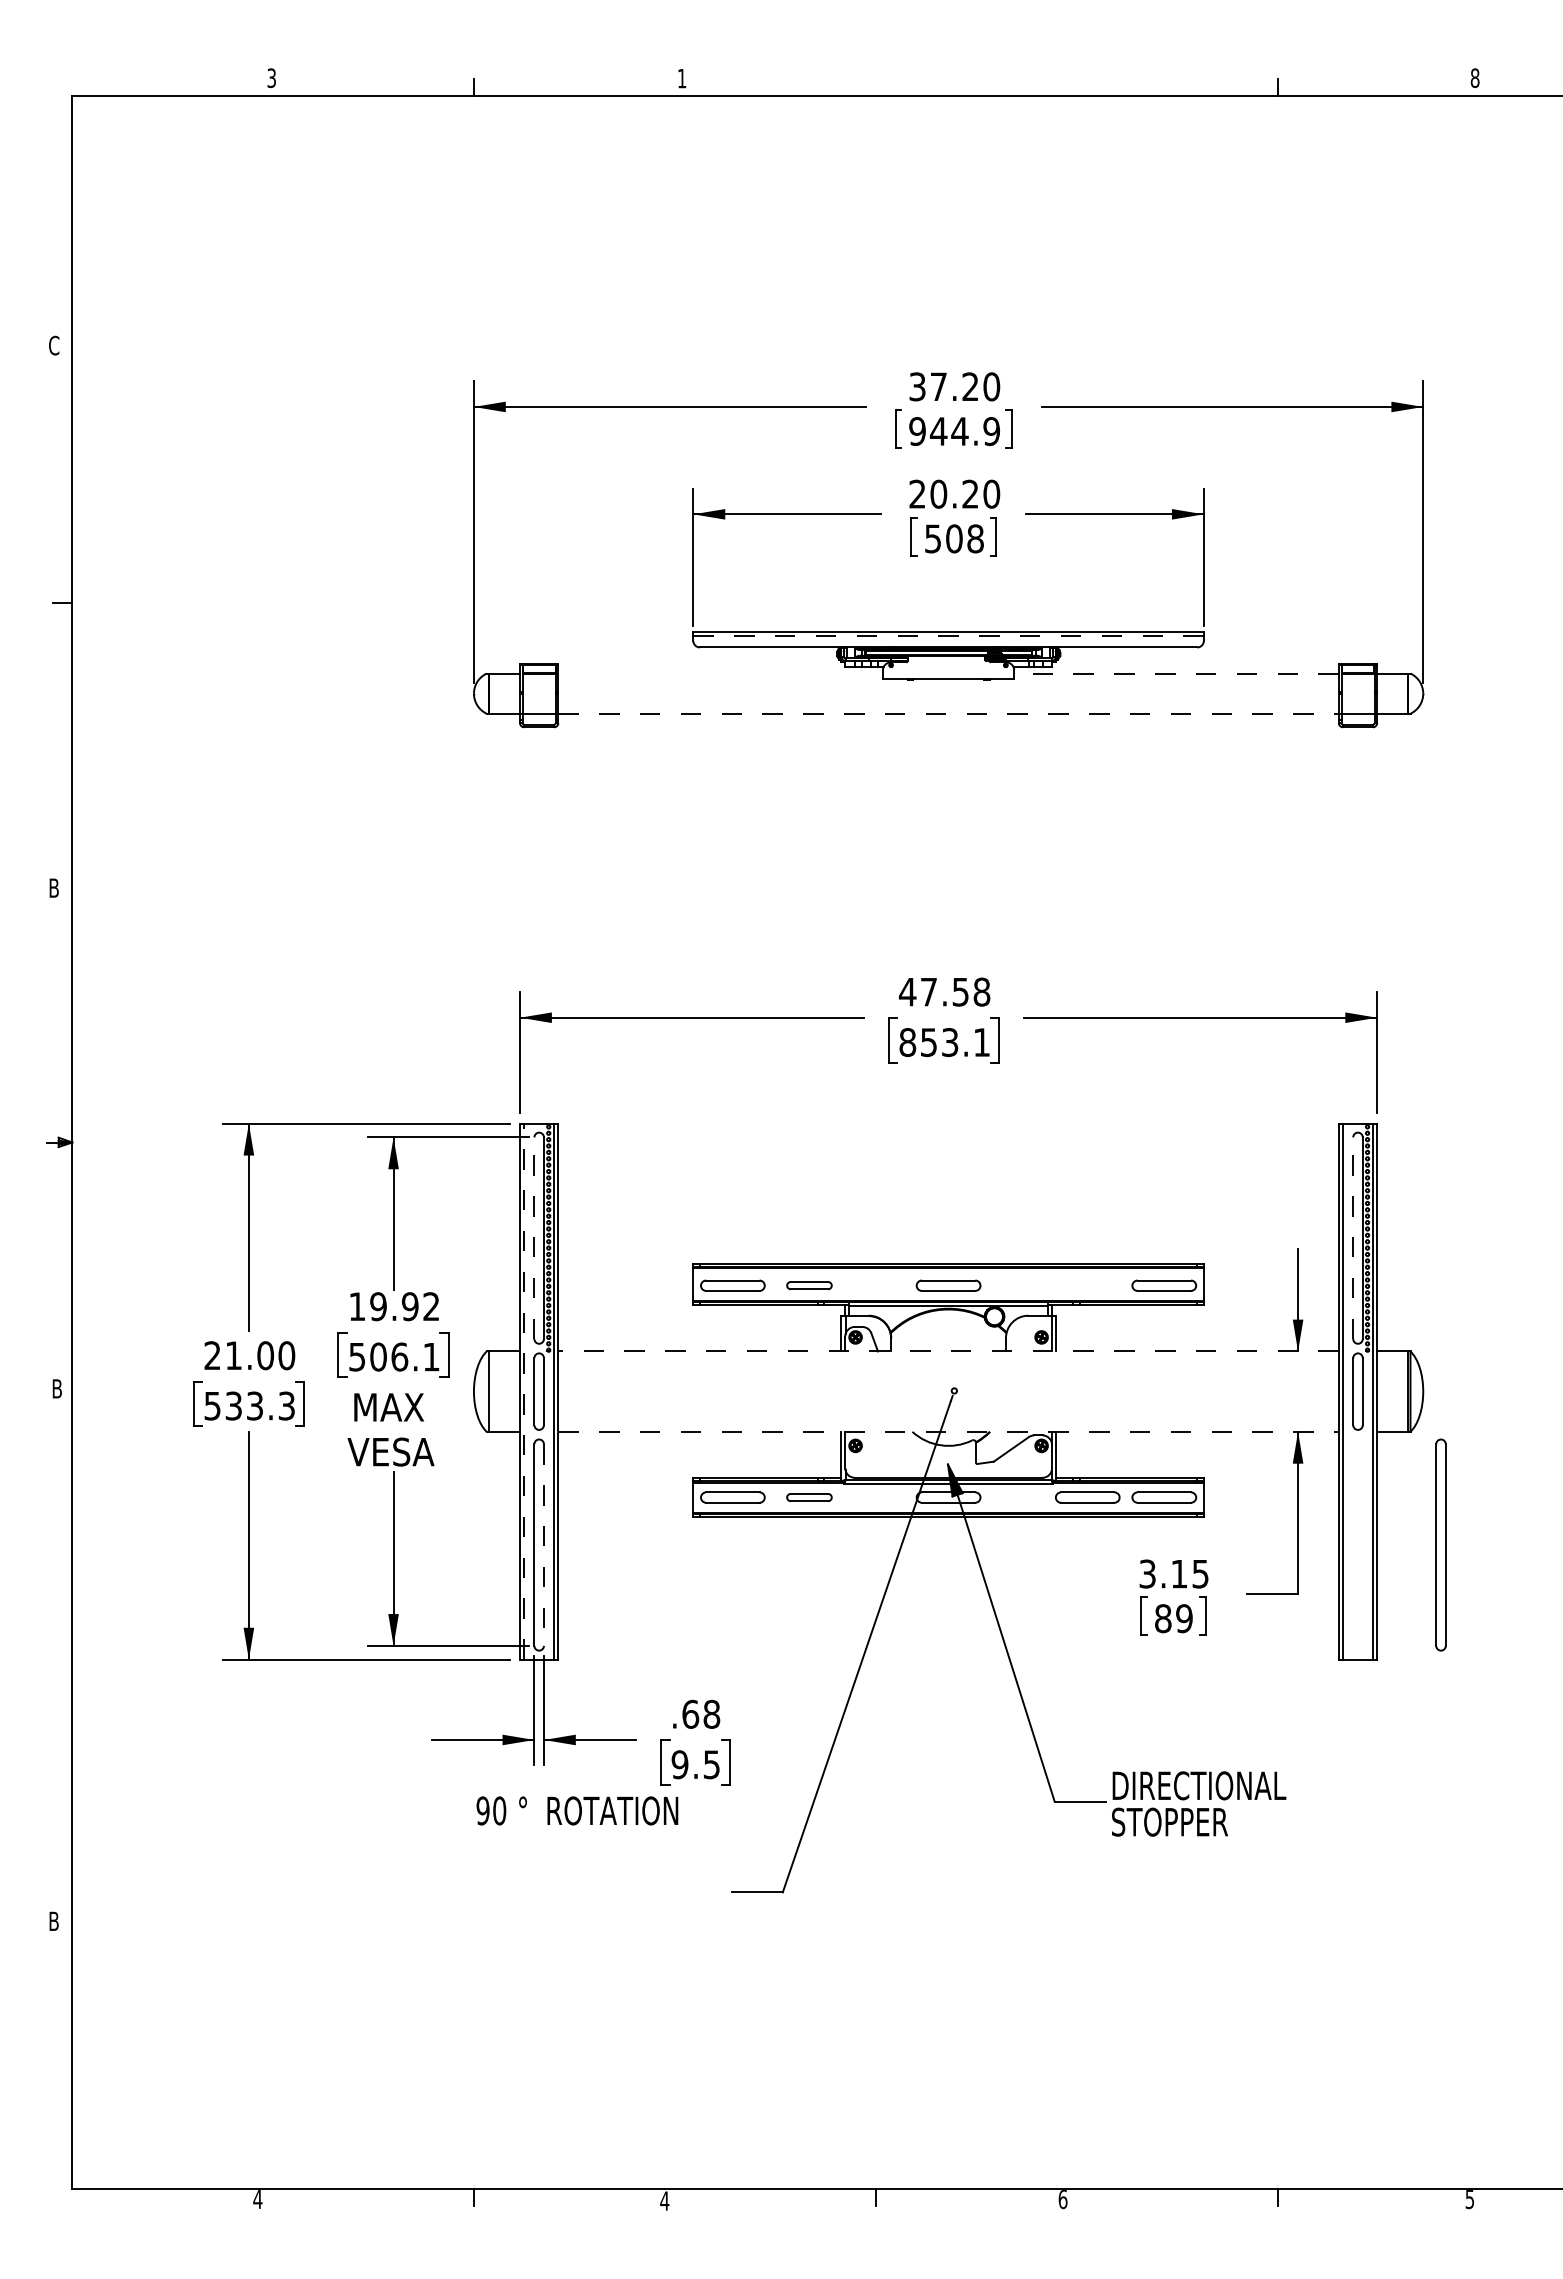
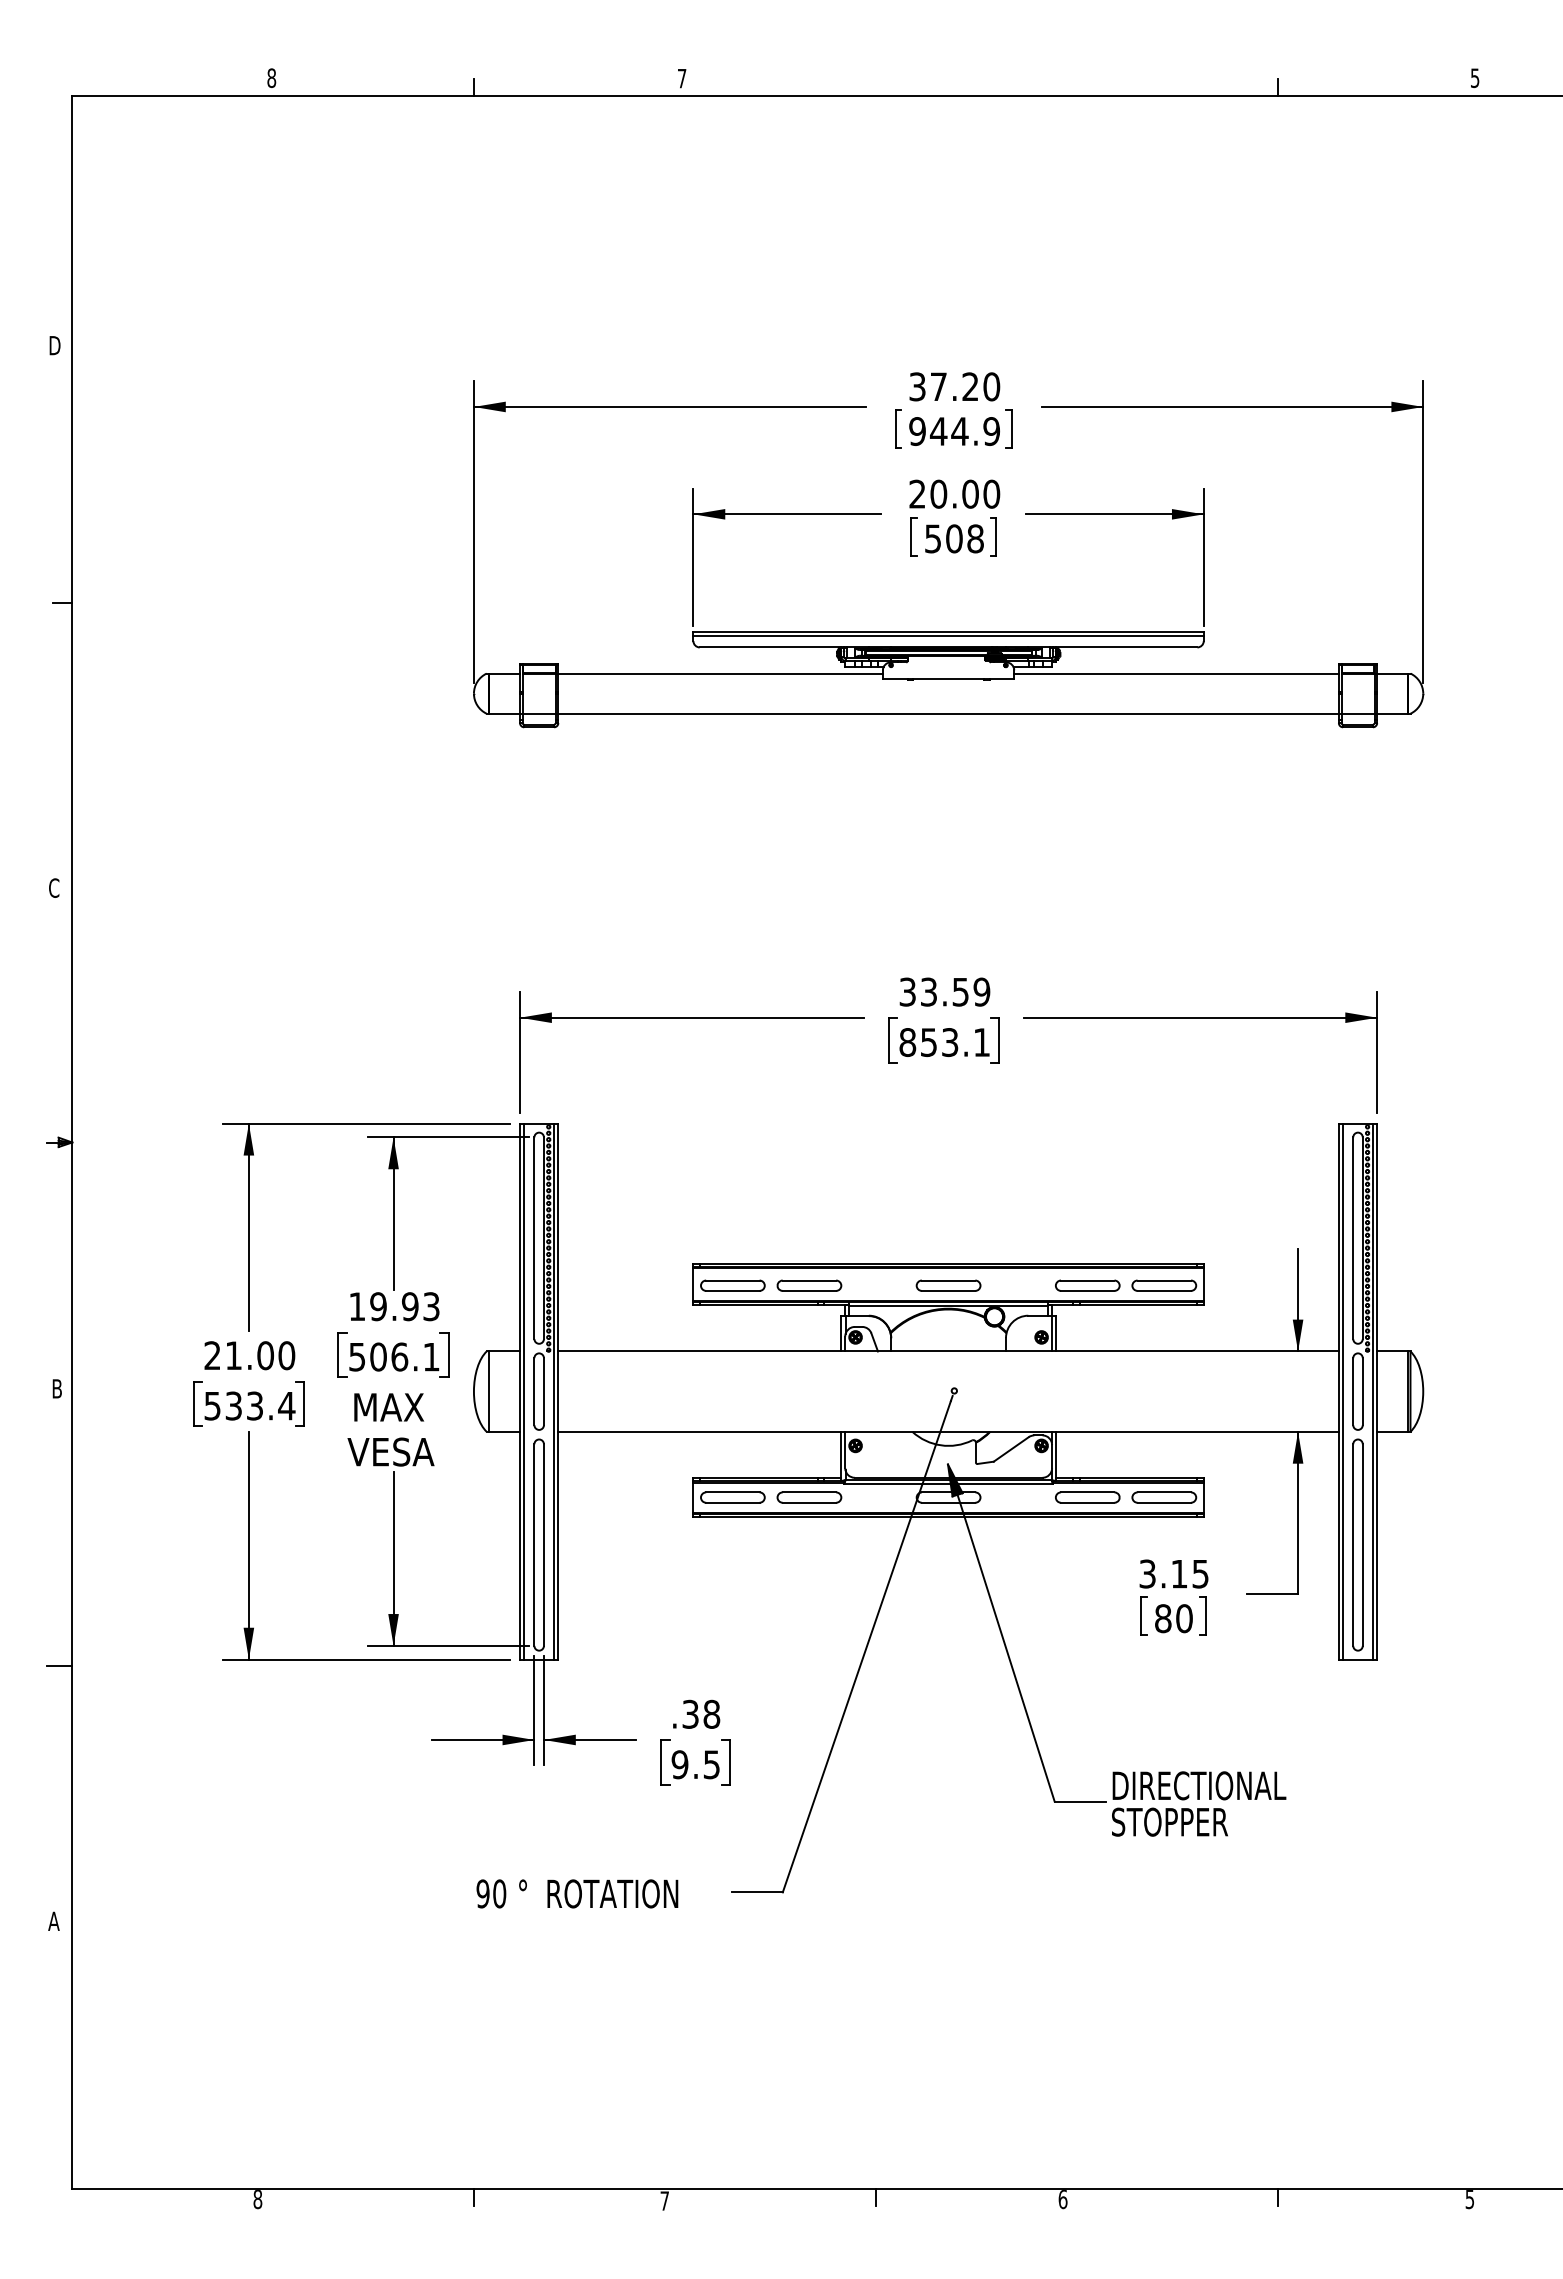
text at (1474, 77): 8 -> 5
text at (271, 78): 3 -> 8
text at (682, 78): 1 -> 7
text at (54, 345): C -> D
text at (970, 493): 20.20 -> 20.00
line at (948, 636): dashed -> solid
line at (720, 673): none -> present
line at (1176, 673): dashed -> solid
line at (949, 713): dashed -> solid
text at (54, 887): B -> C
text at (944, 991): 47.58 -> 33.59
line at (534, 1238): dashed -> solid
line at (1353, 1238): dashed -> solid
part at (809, 1285) size: 47x10 px -> 67x13 px
part at (1087, 1285): none -> present
text at (431, 1306): 19.92 -> 19.93
line at (948, 1351): dashed -> solid
line at (524, 1391): dashed -> solid
text at (286, 1405): 533.3 -> 533.4
line at (949, 1431): dashed -> solid
part at (809, 1497) size: 47x9 px -> 67x13 px
part at (1440, 1544) position: (1440, 1544) -> (1357, 1544)
line at (543, 1545): dashed -> solid
text at (1184, 1618): 89 -> 80
line at (59, 1665): none -> present
text at (690, 1713): .68 -> .38
part at (577, 1810) position: (577, 1810) -> (577, 1893)
text at (53, 1920): B -> A
text at (257, 2199): 4 -> 8
text at (664, 2200): 4 -> 7
